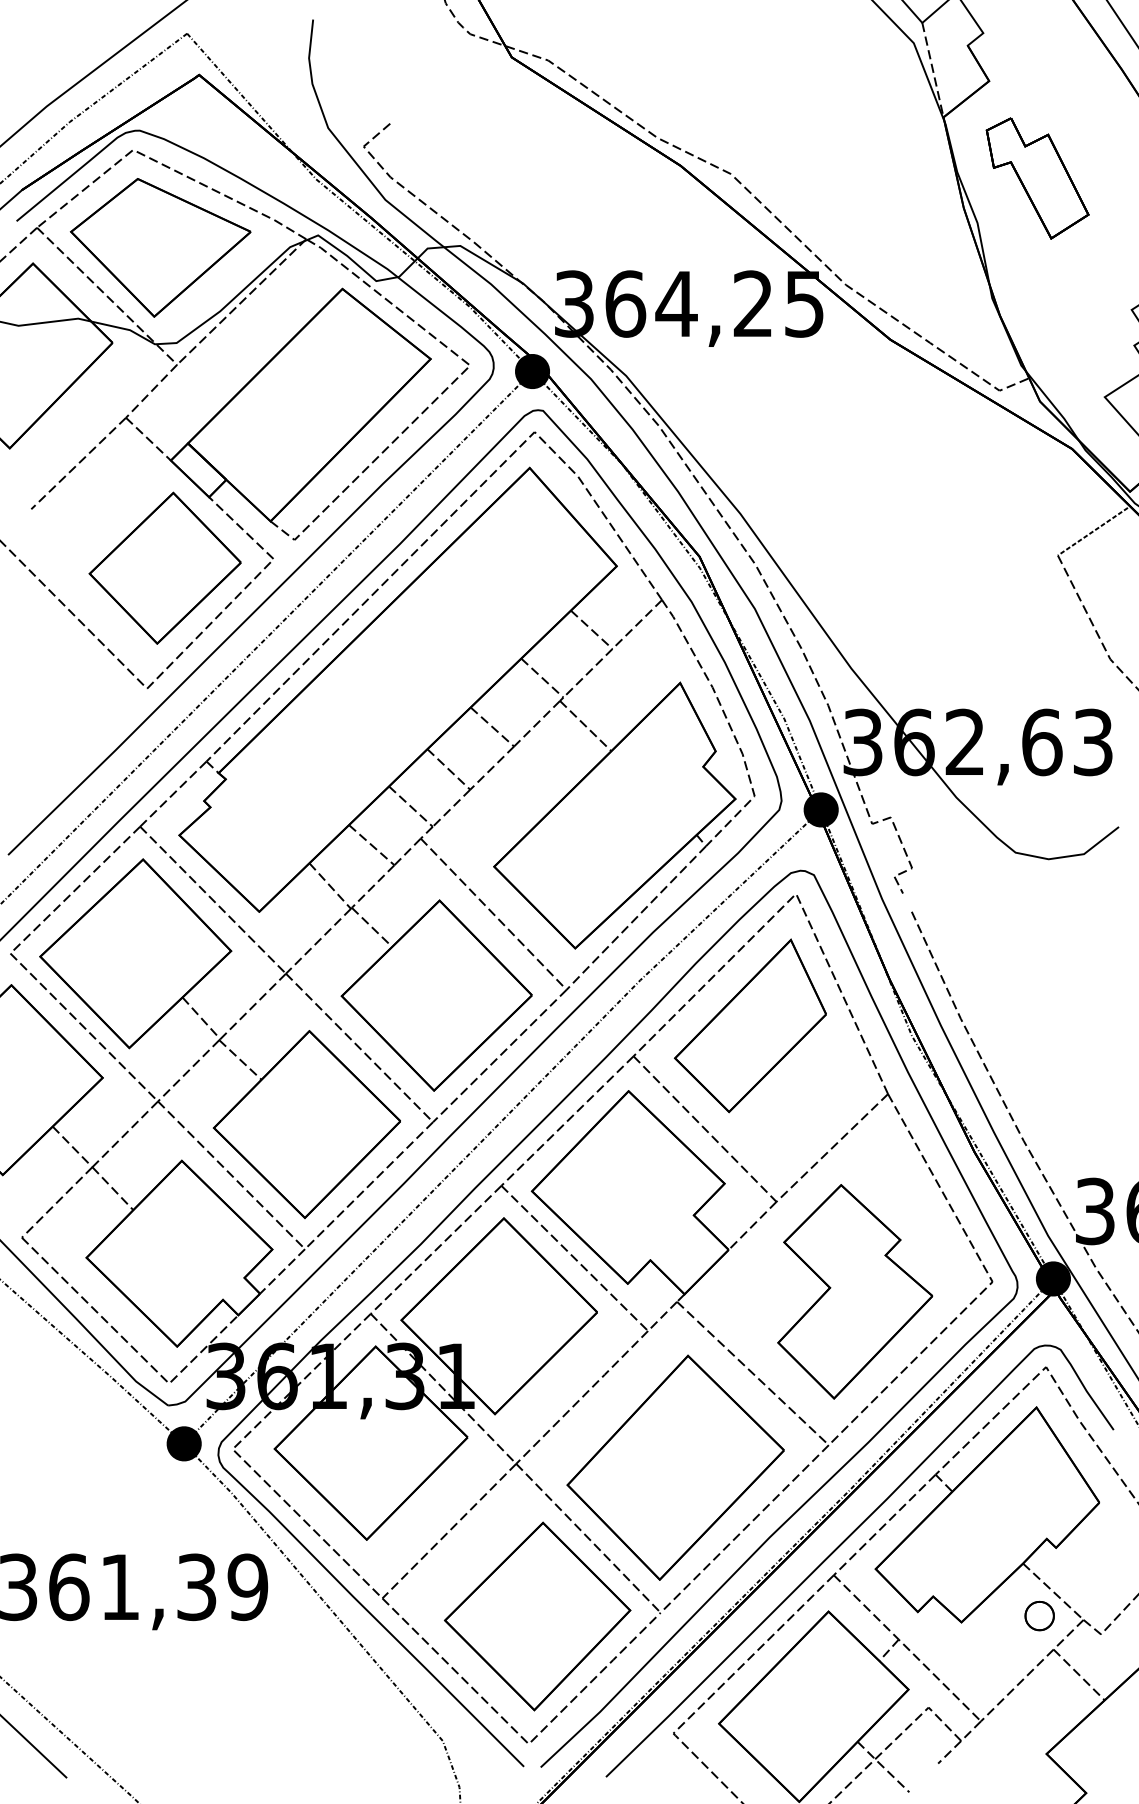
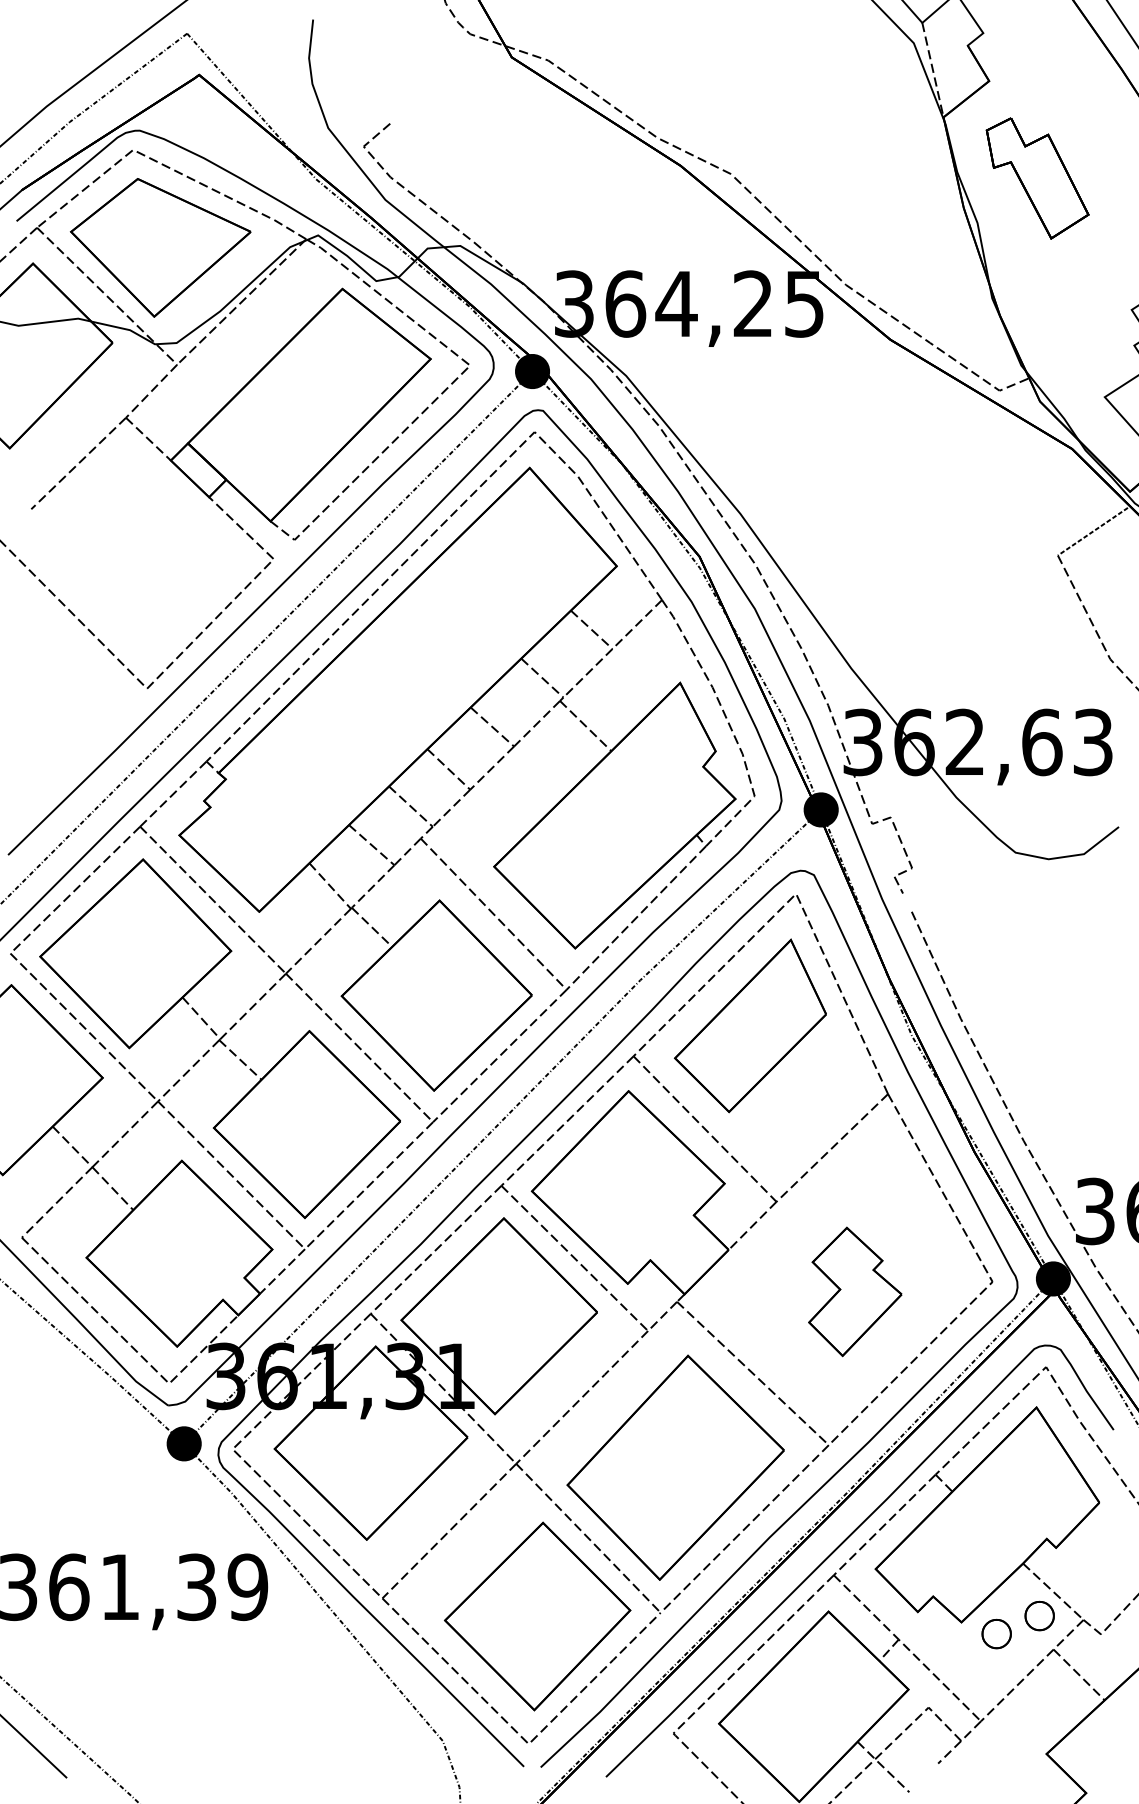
part at (164, 567): present -> none
part at (855, 1291) size: 157x216 px -> 95x132 px
part at (996, 1633): none -> present
